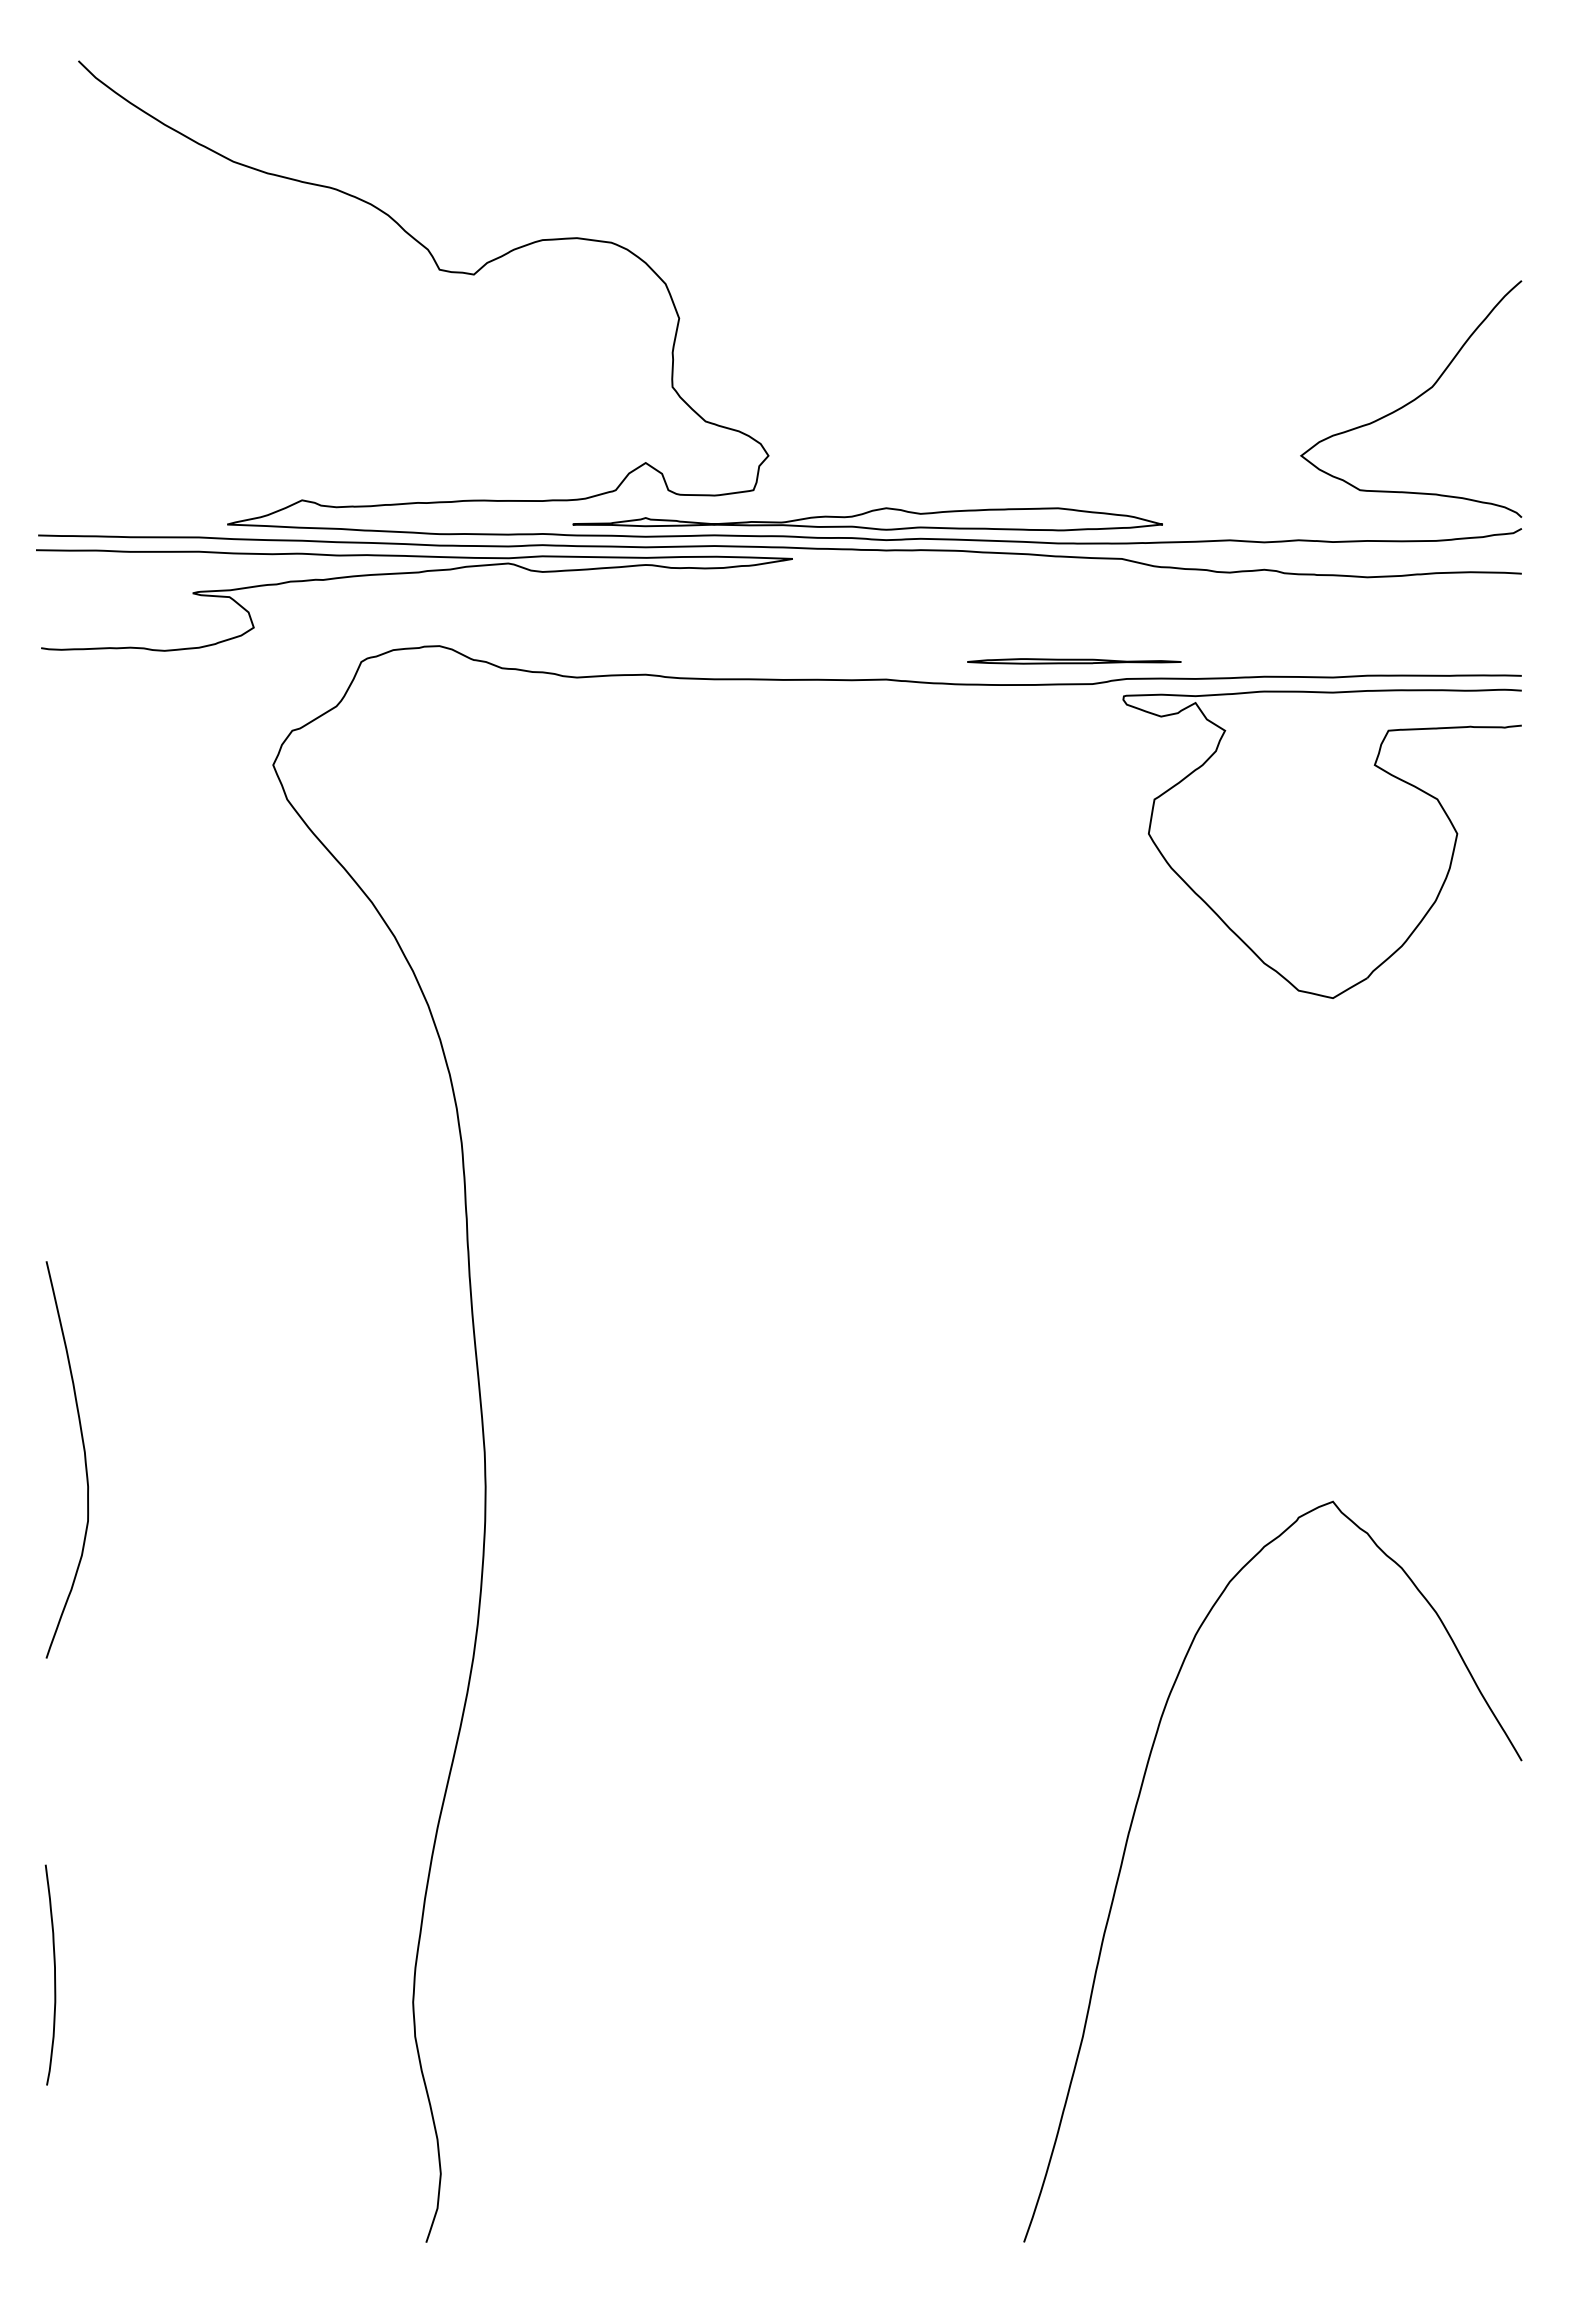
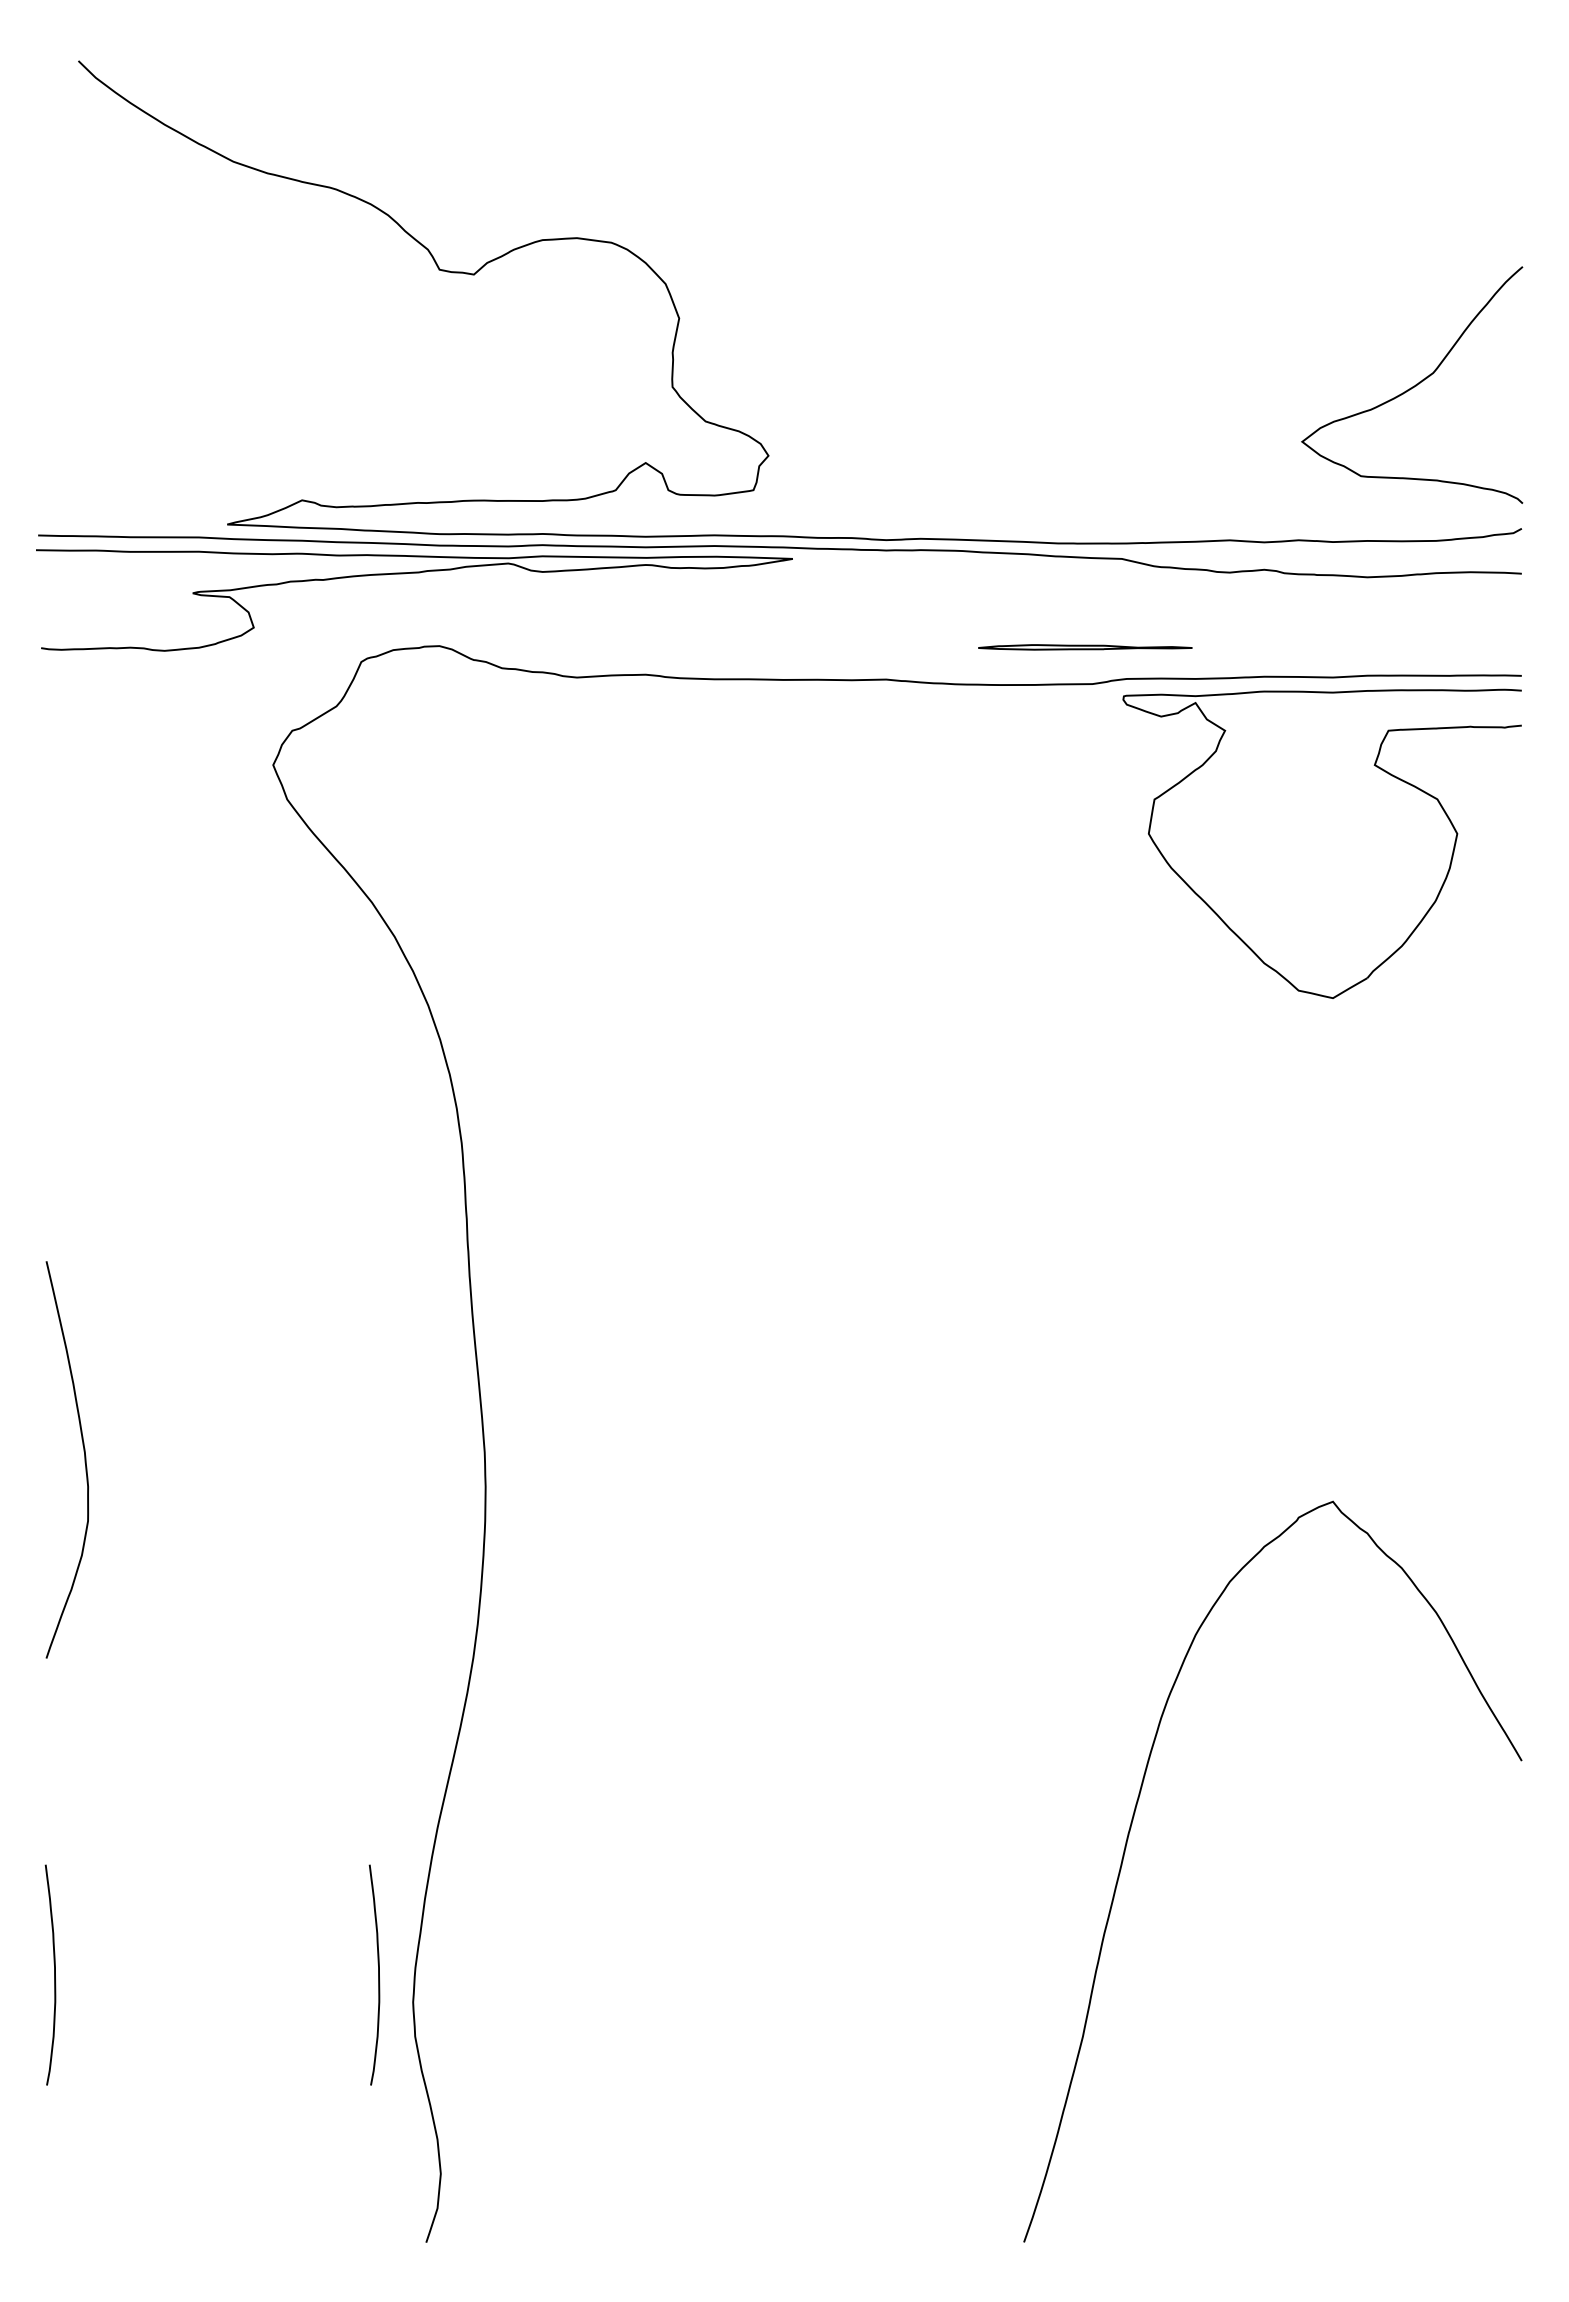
curve at (1411, 400) position: (1411, 400) -> (1412, 386)
part at (867, 519): present -> none
part at (1074, 661) position: (1074, 661) -> (1085, 647)
curve at (378, 1974): none -> present
